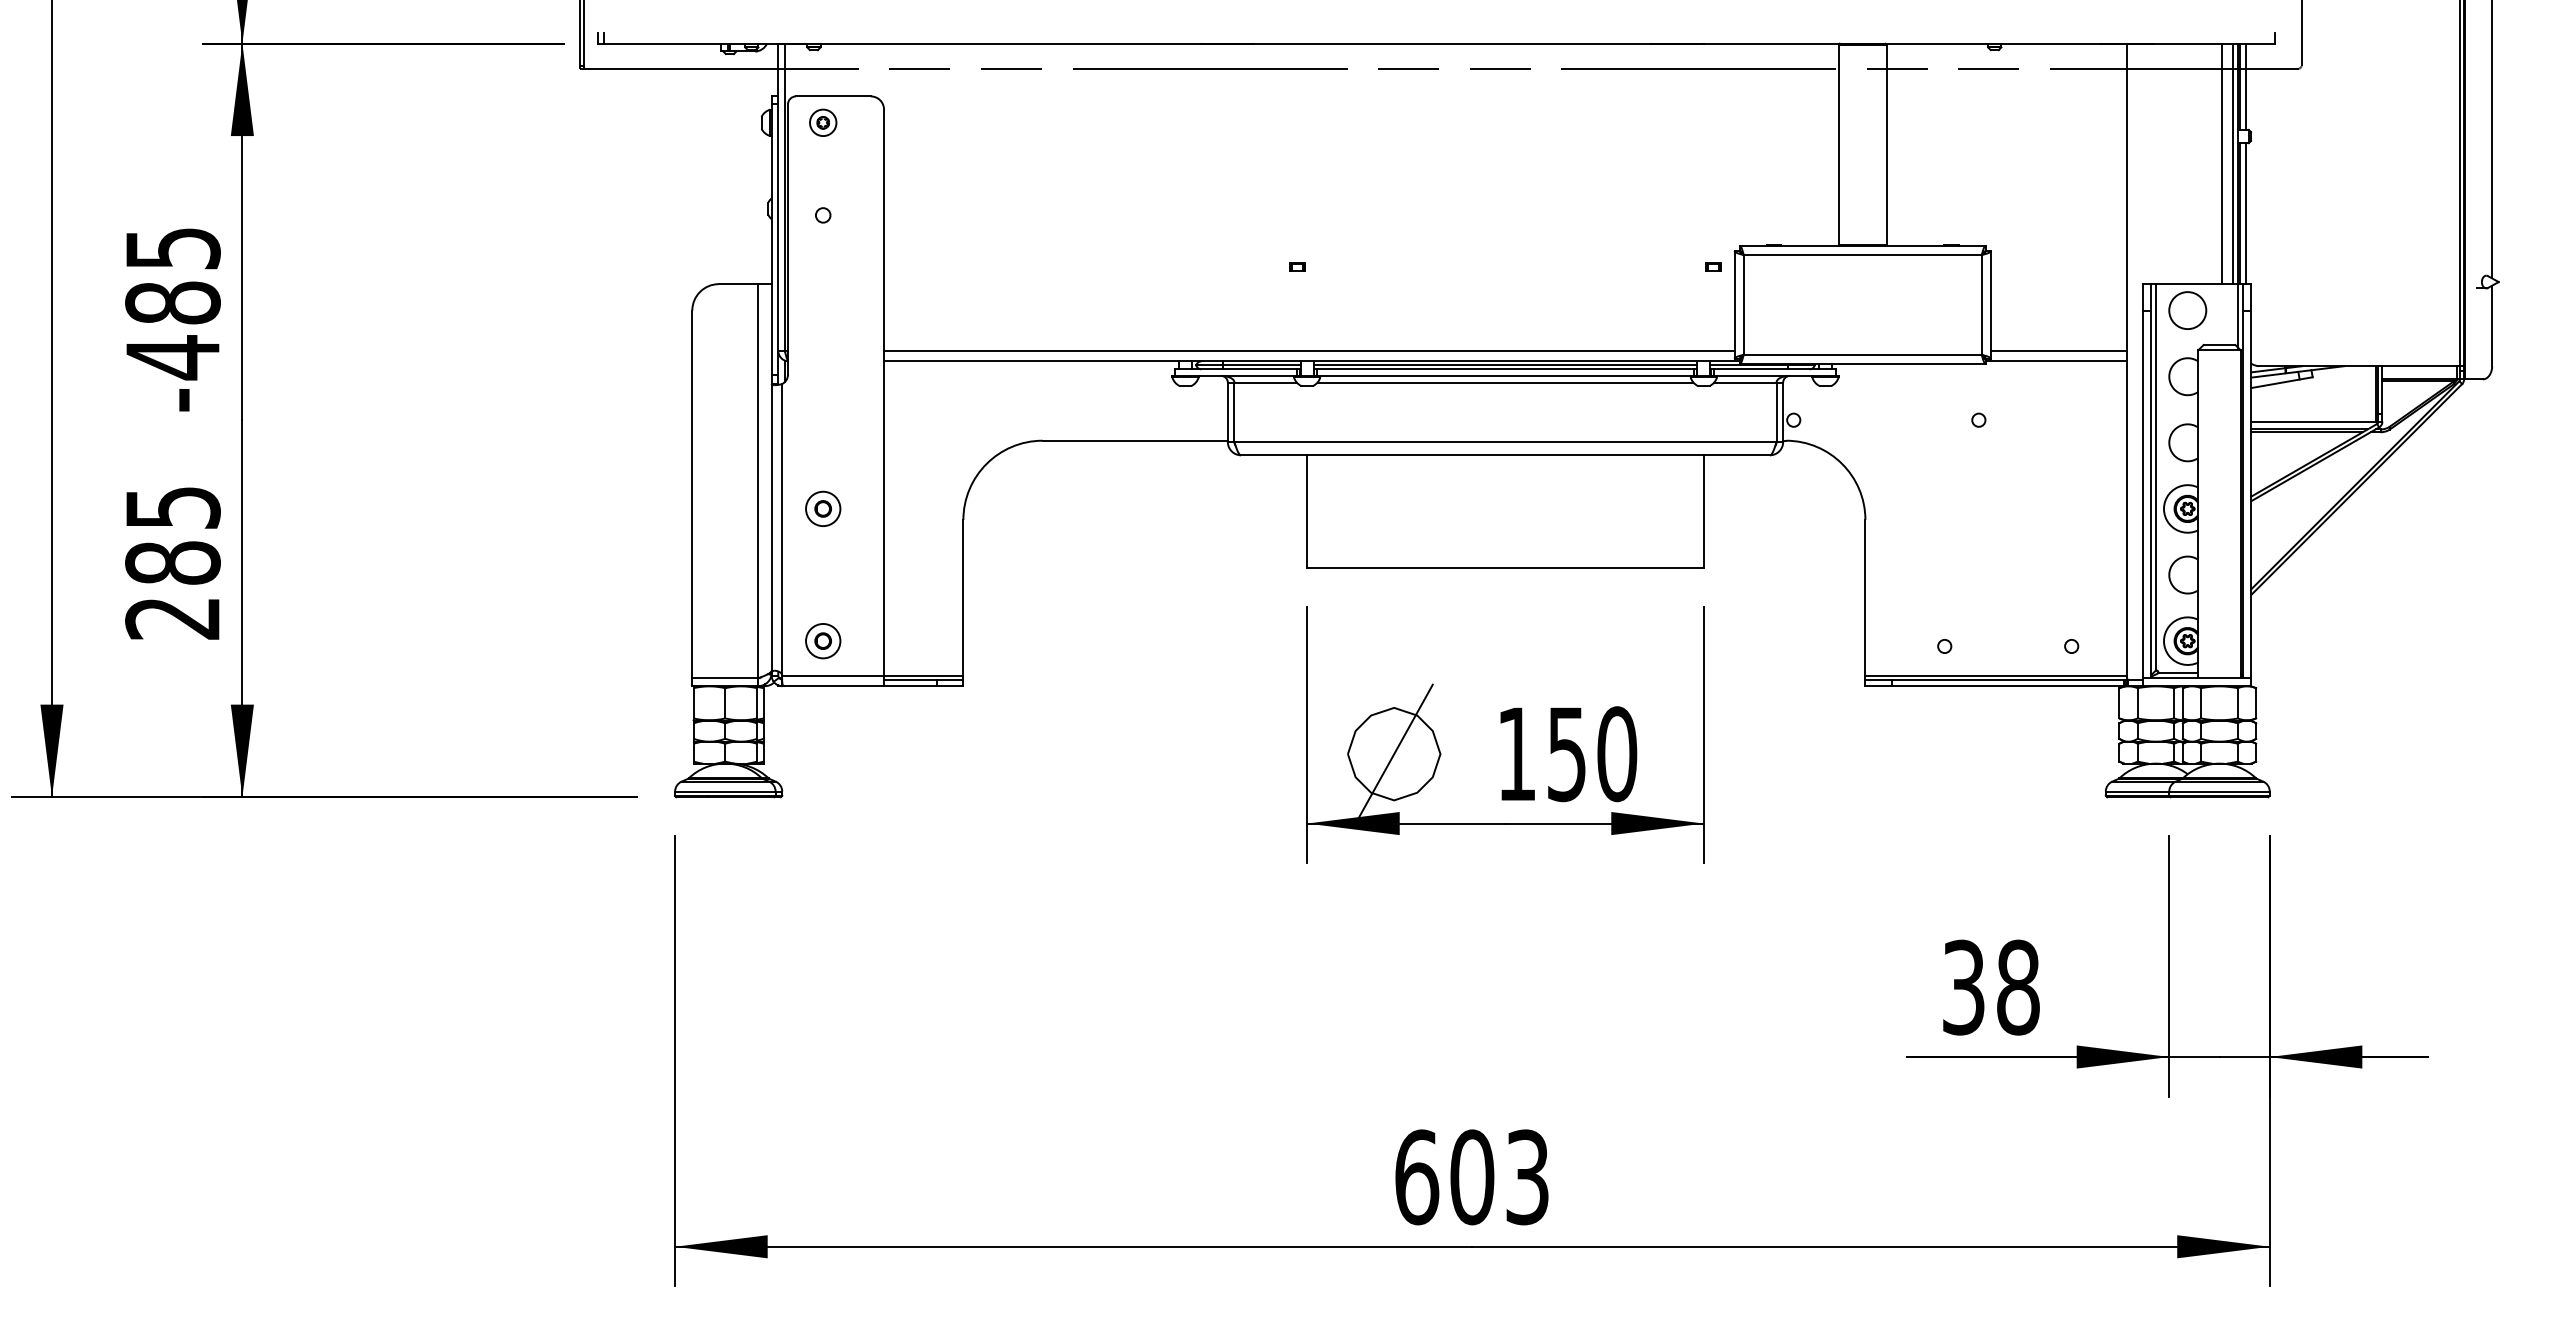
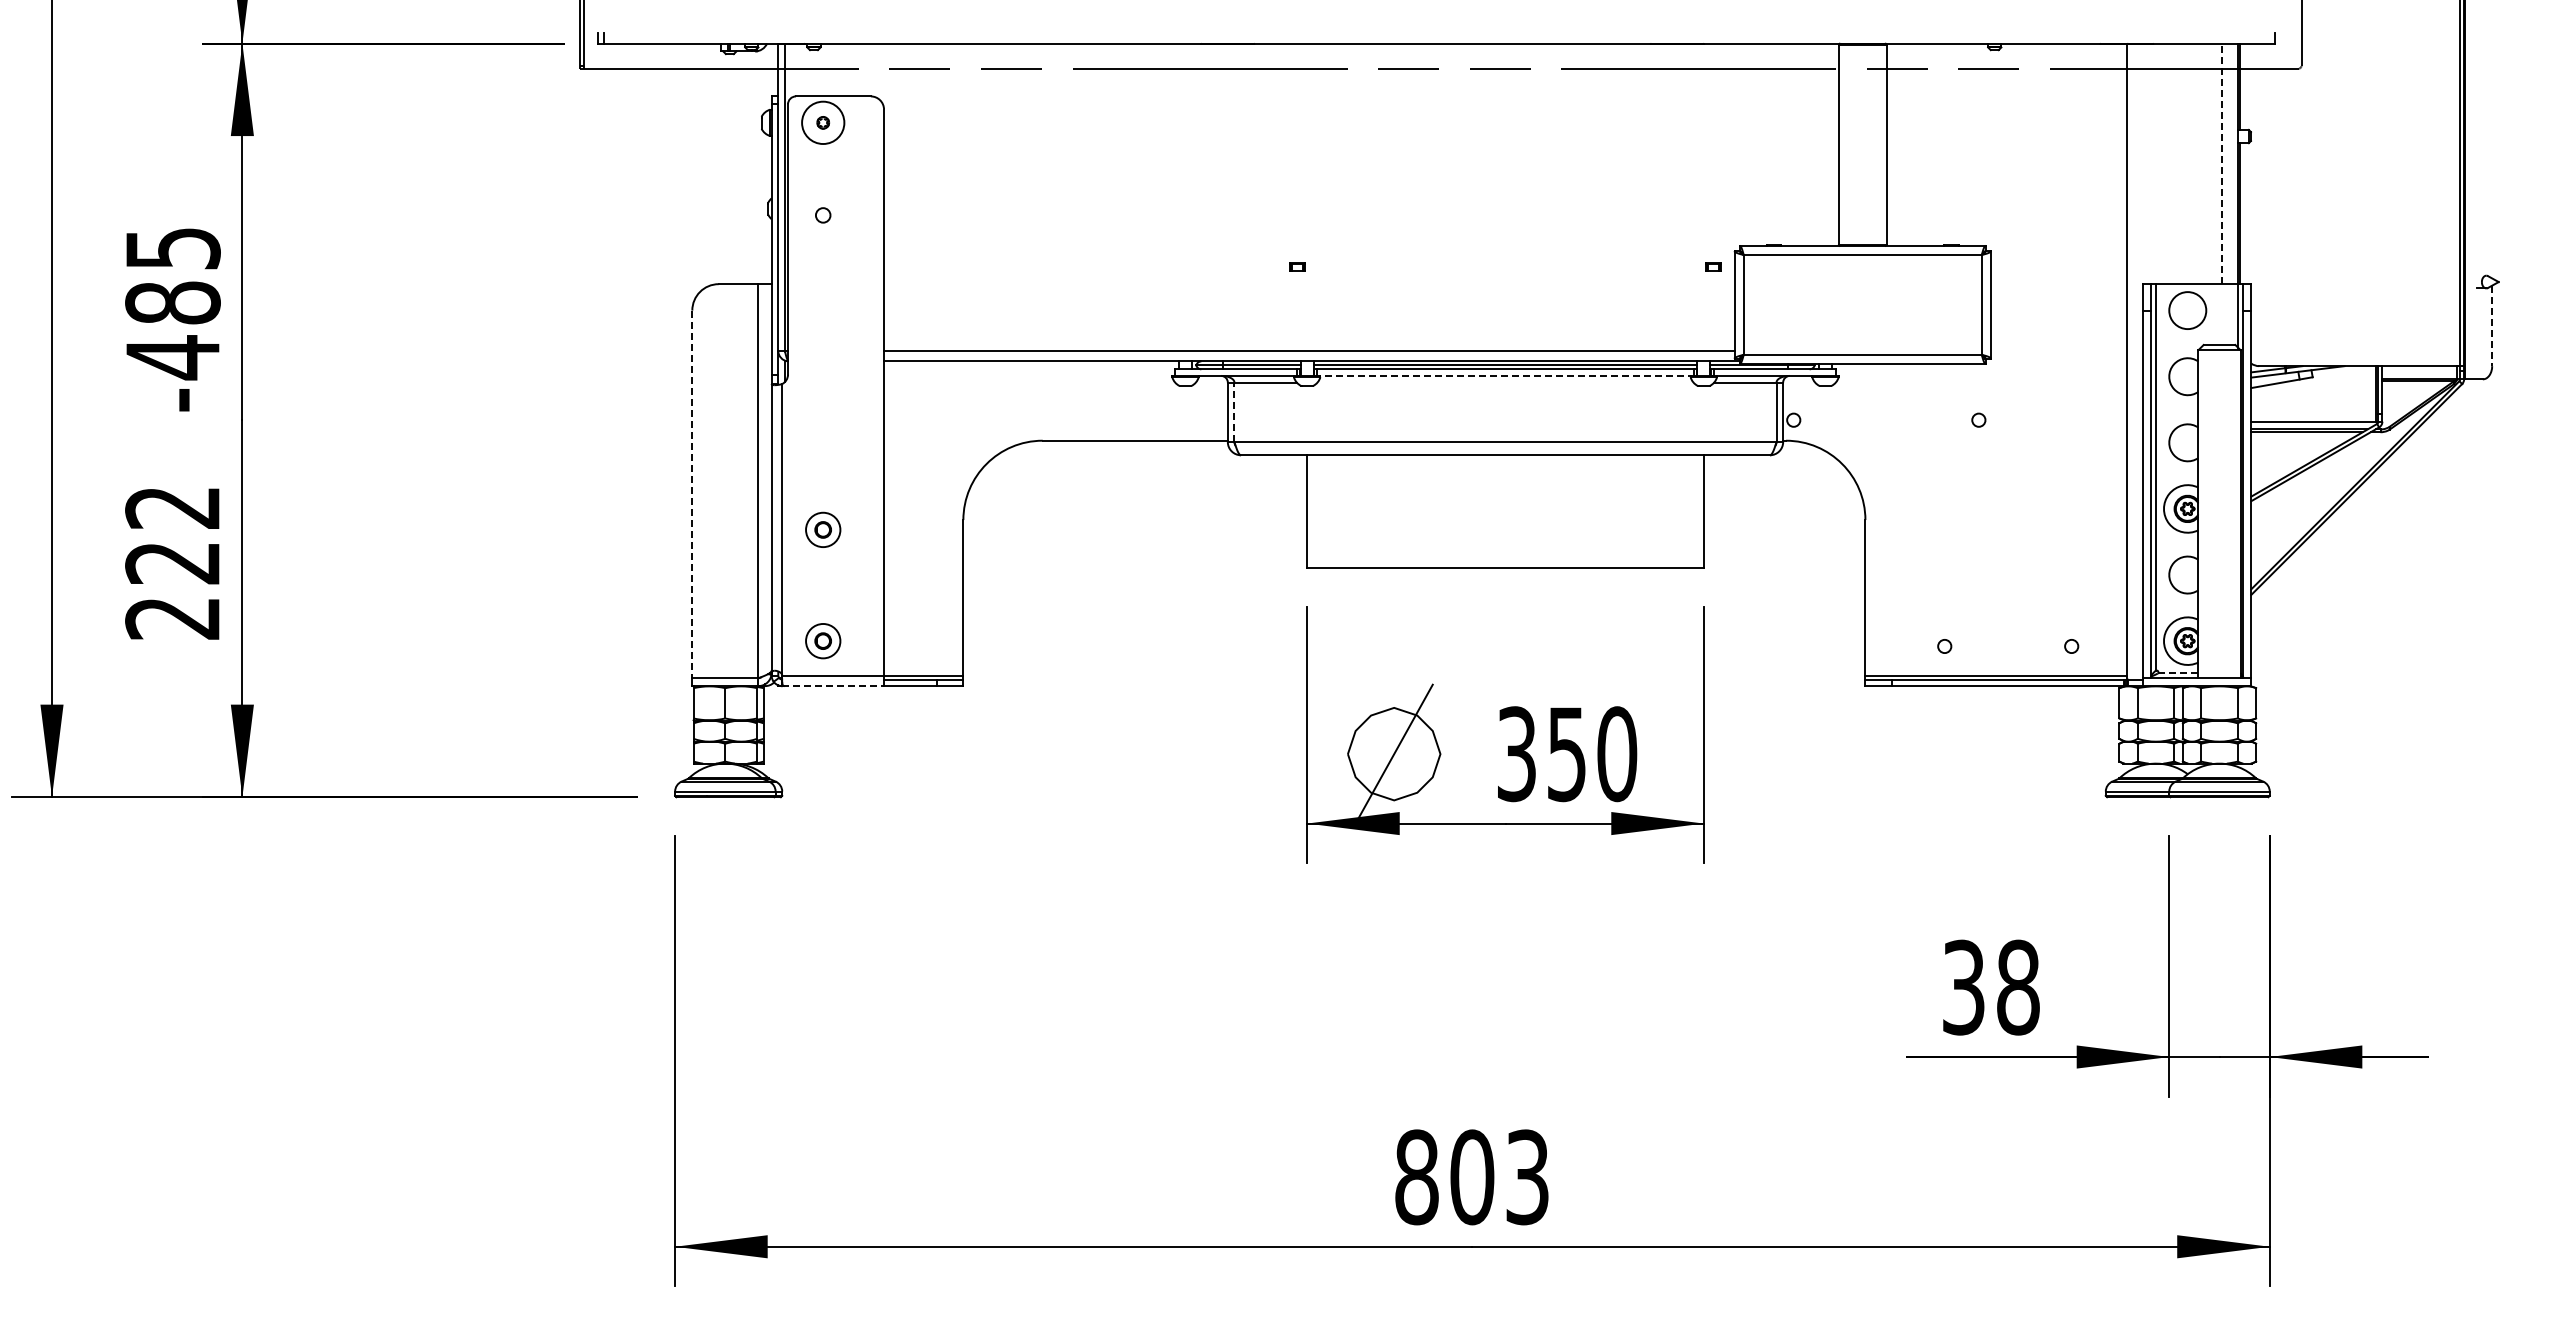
line at (2245, 86): present -> none
circle at (823, 122) diameter: 26 px -> 42 px
line at (2492, 140): present -> none
line at (2222, 163): solid -> dashed
line at (2232, 163): present -> none
line at (2245, 213): present -> none
line at (2492, 326): solid -> dashed
line at (2058, 350): present -> none
line at (2055, 361): present -> none
line at (1505, 375): solid -> dashed
line at (1505, 382): present -> none
line at (1234, 412): solid -> dashed
line at (692, 494): solid -> dashed
part at (823, 508) position: (823, 508) -> (823, 529)
text at (172, 535): 285 -> 222
line at (2178, 672): solid -> dashed
line at (833, 686): solid -> dashed
text at (1516, 754): 150 -> 350
text at (1417, 1177): 603 -> 803
